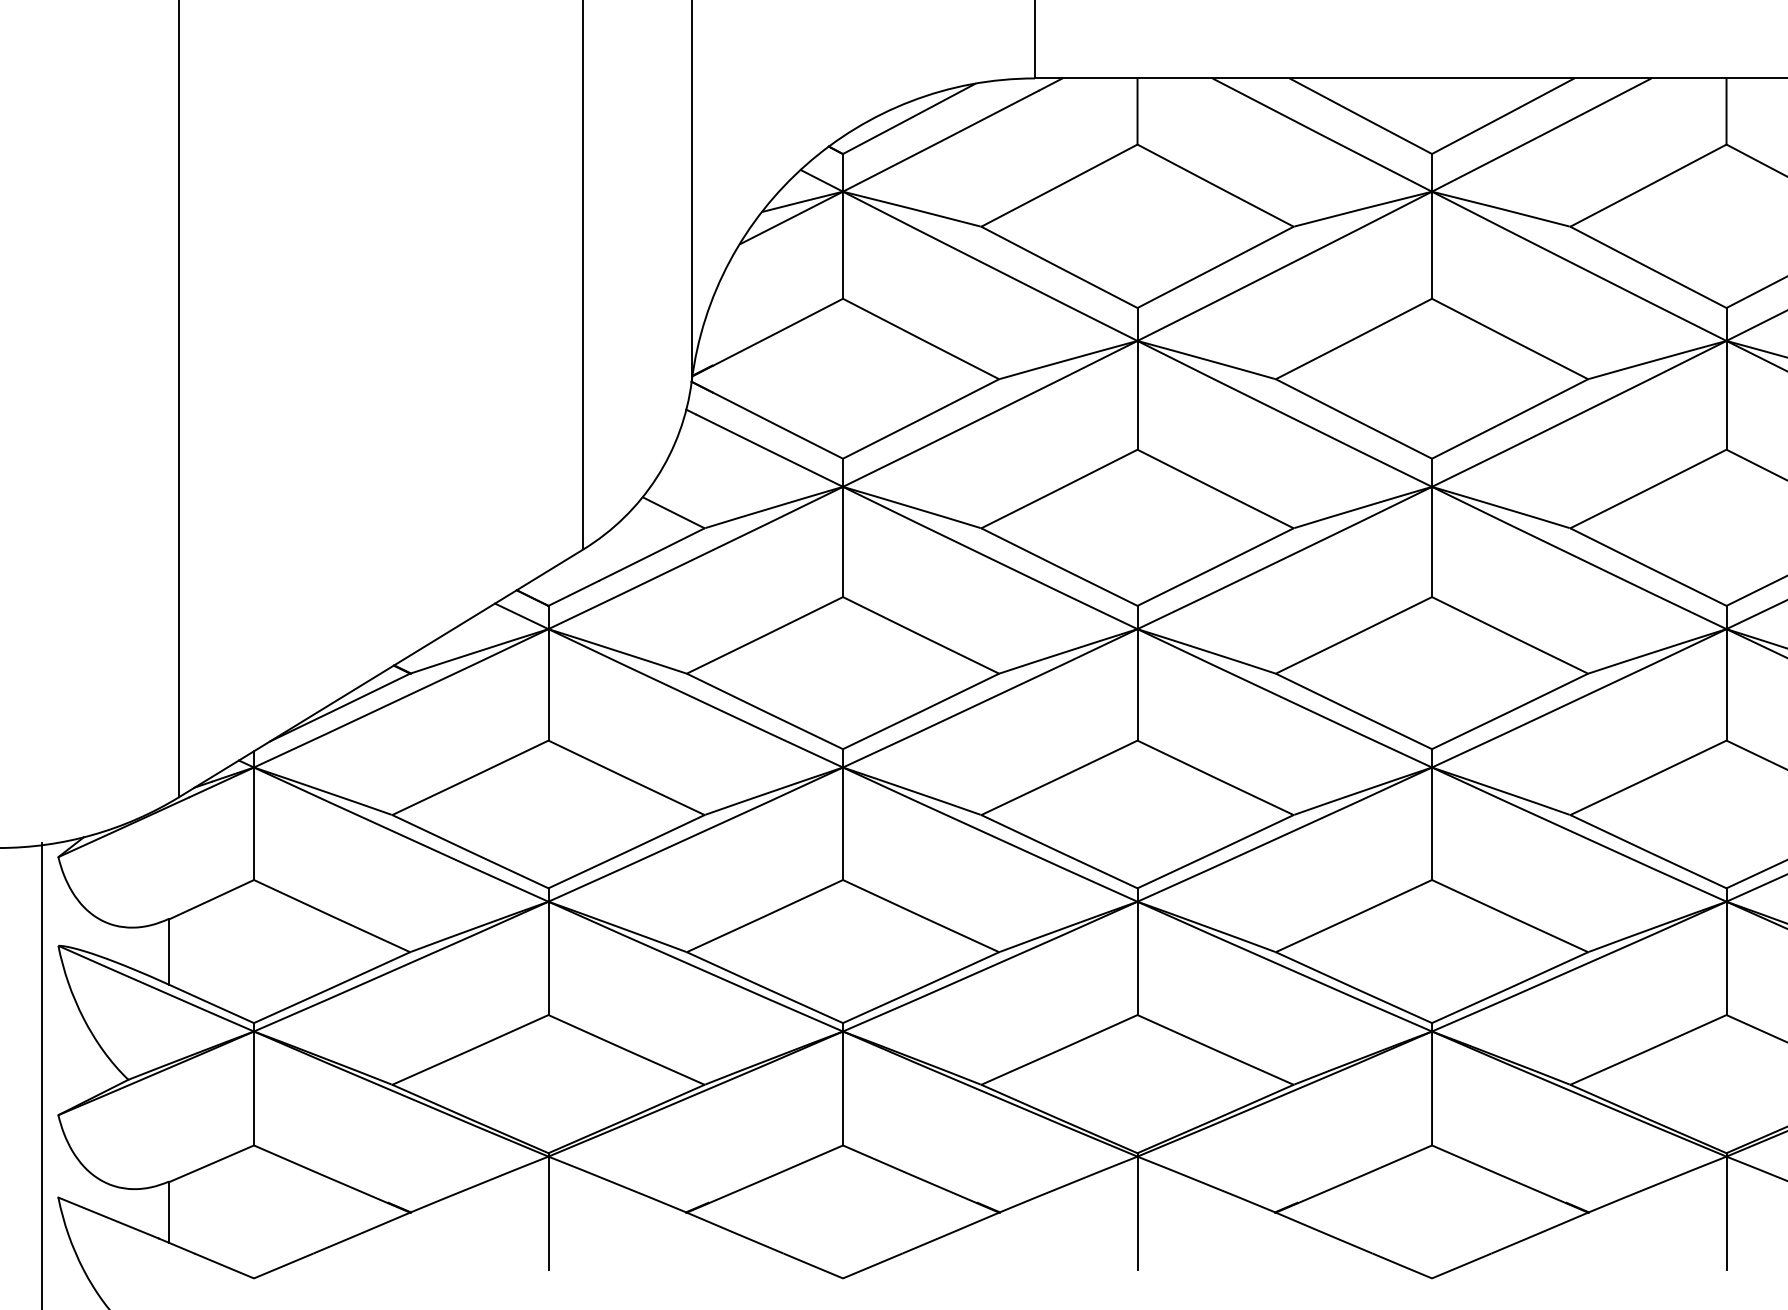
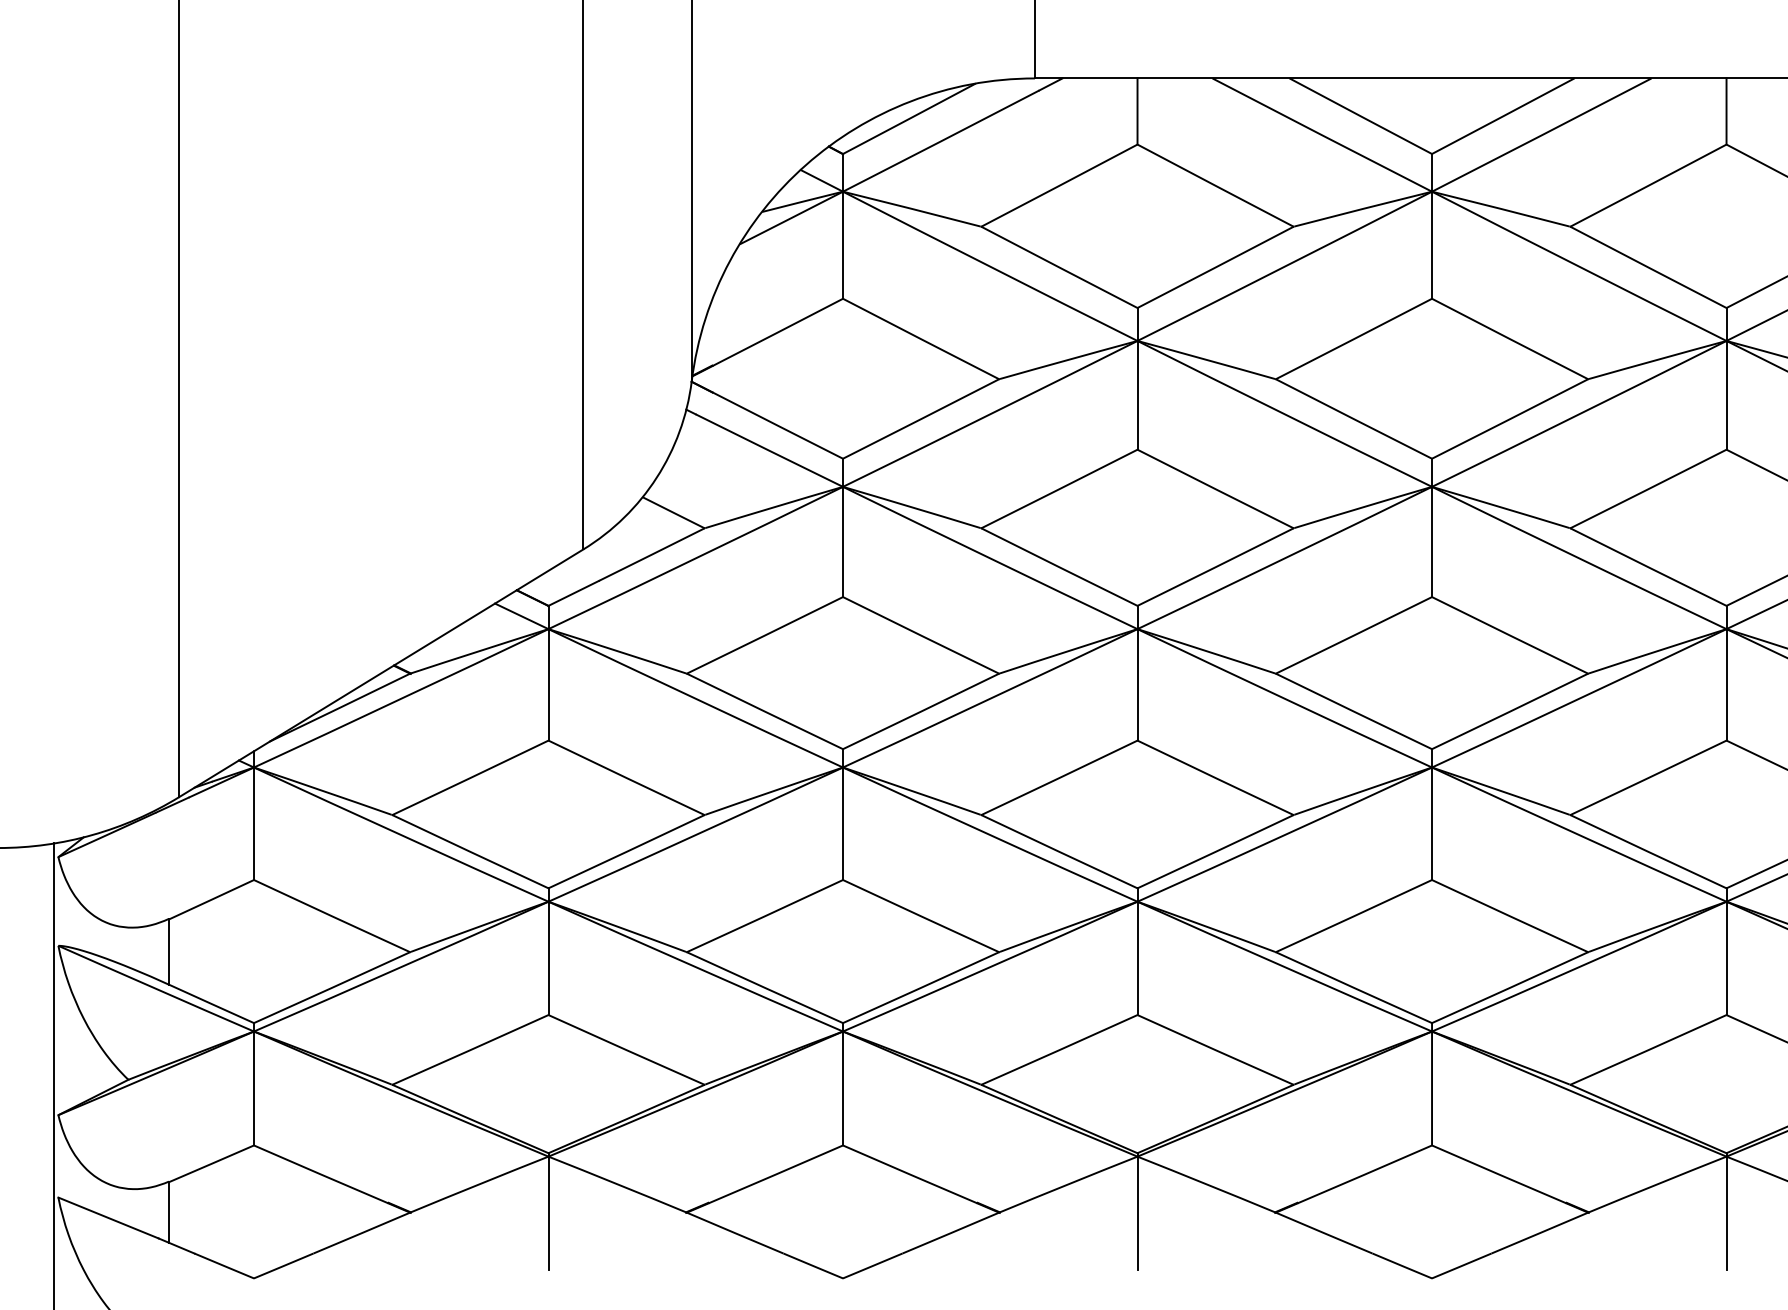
line at (41, 1074) position: (41, 1074) -> (53, 1074)
